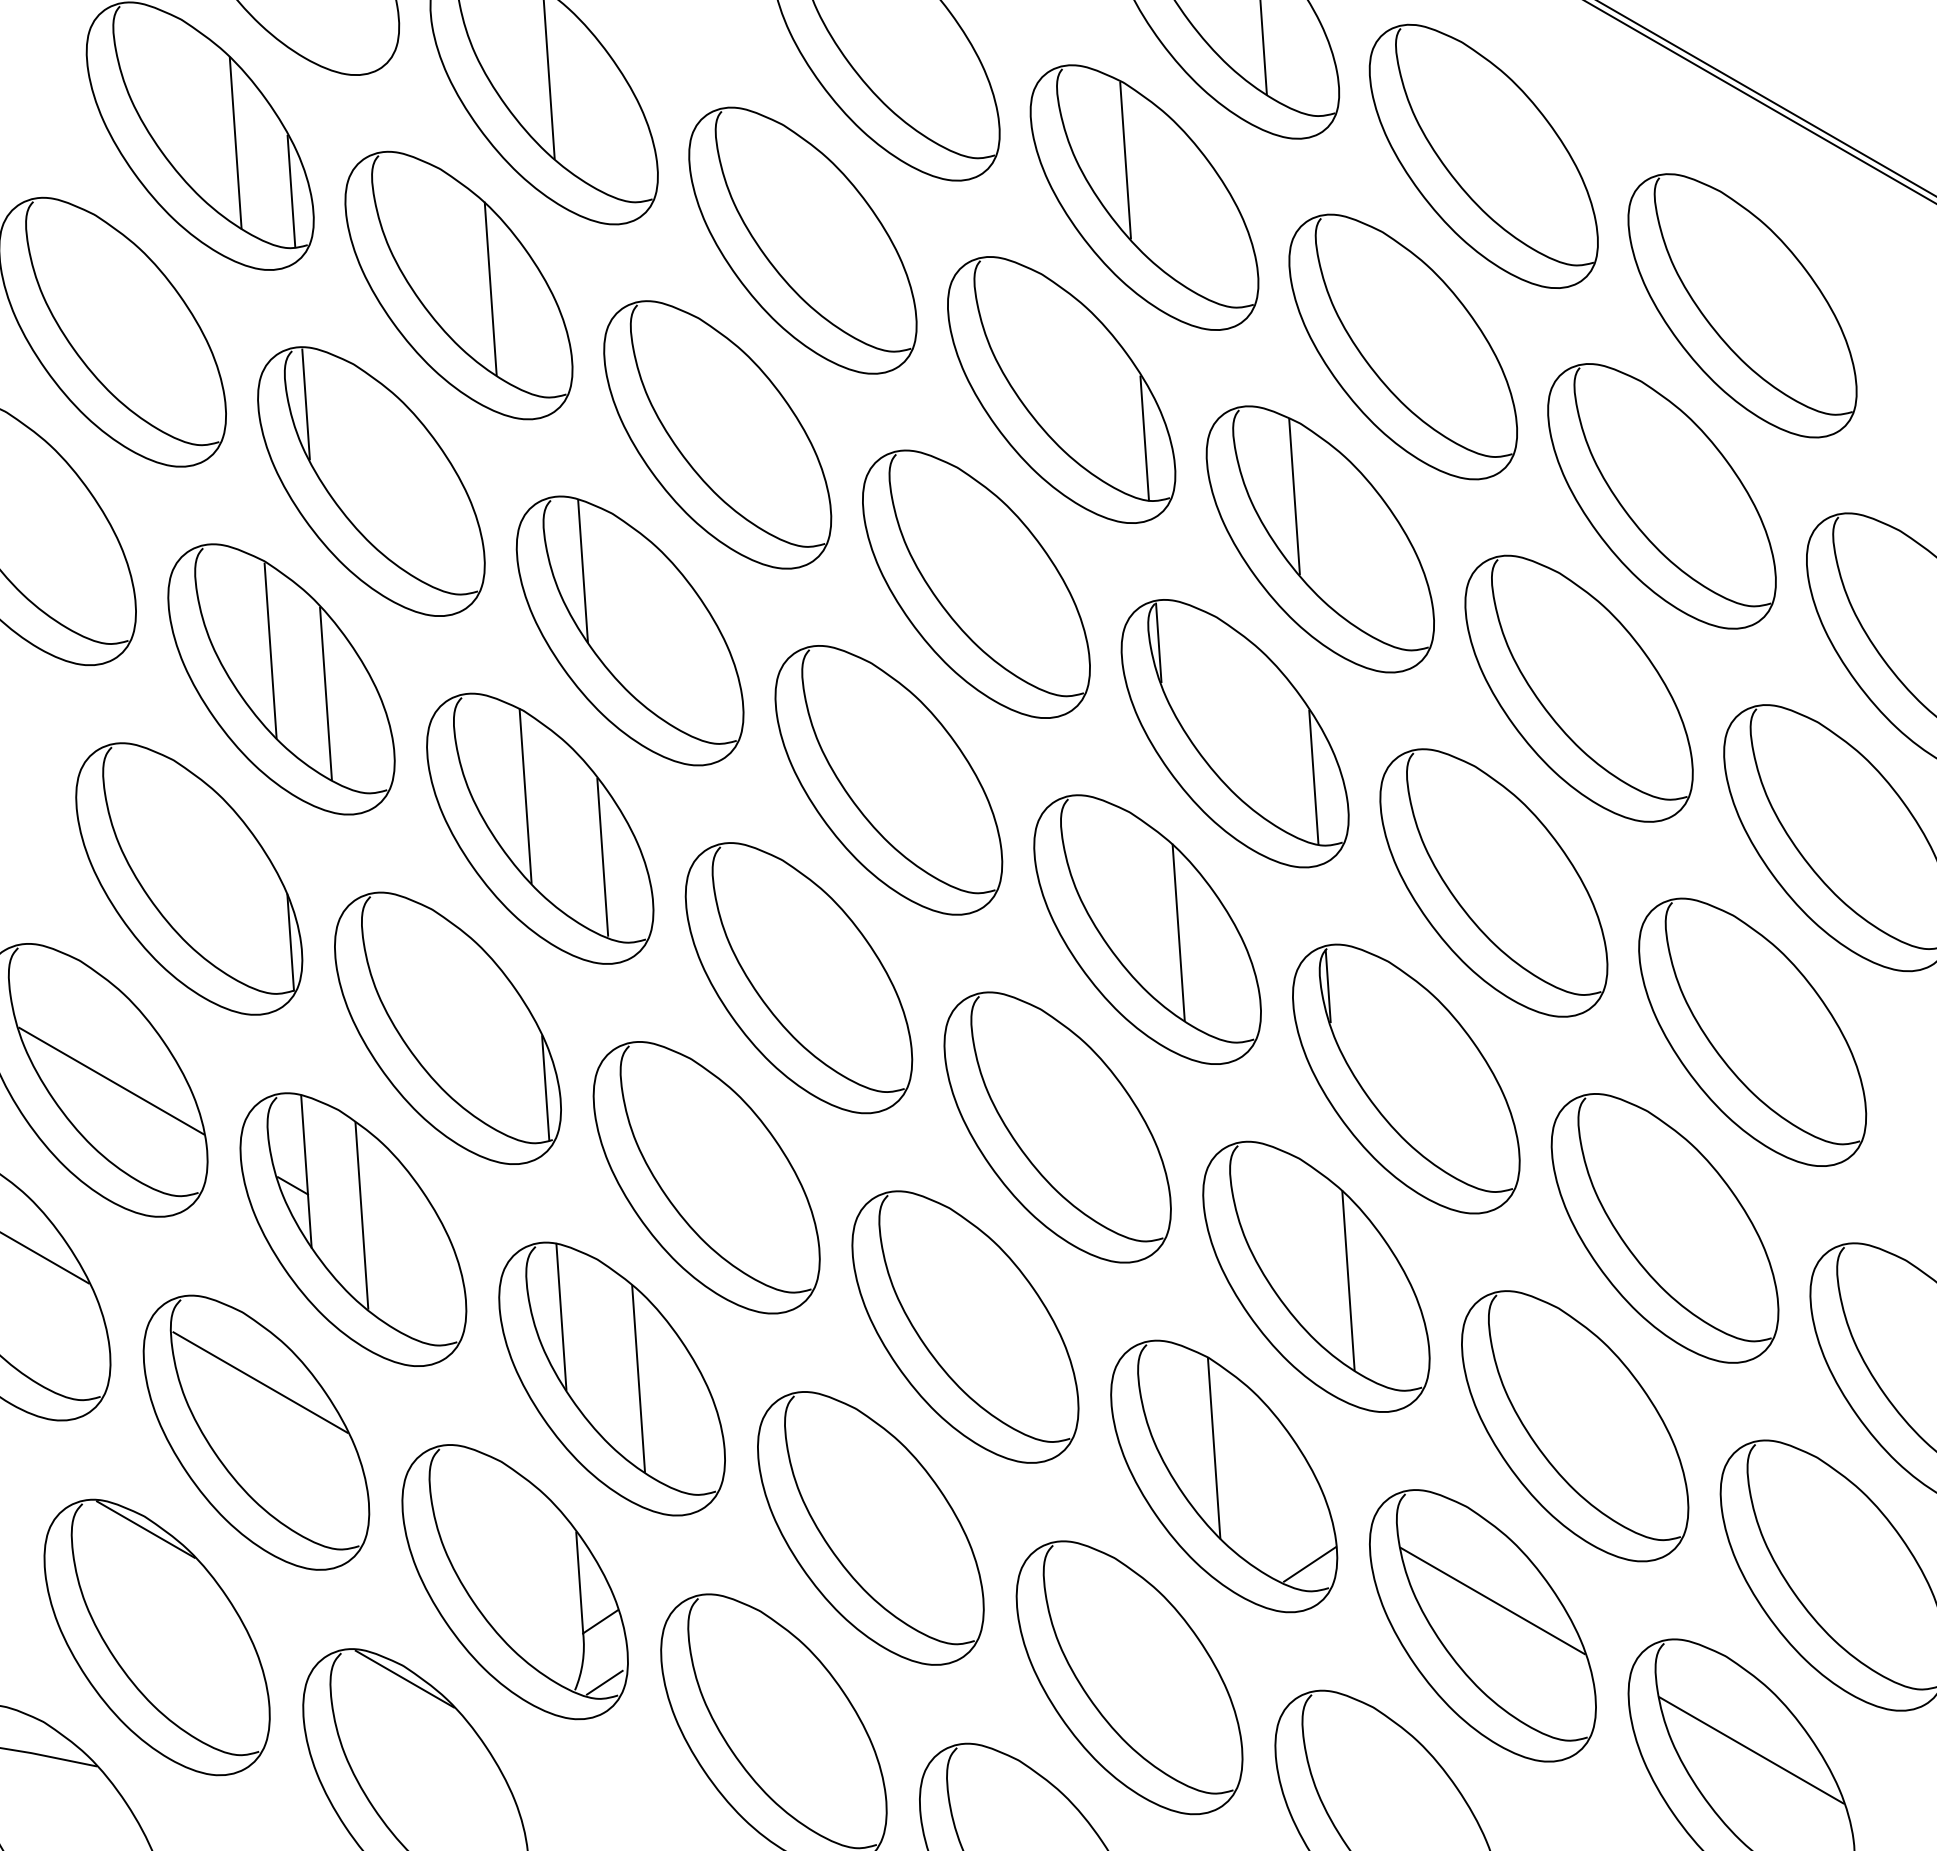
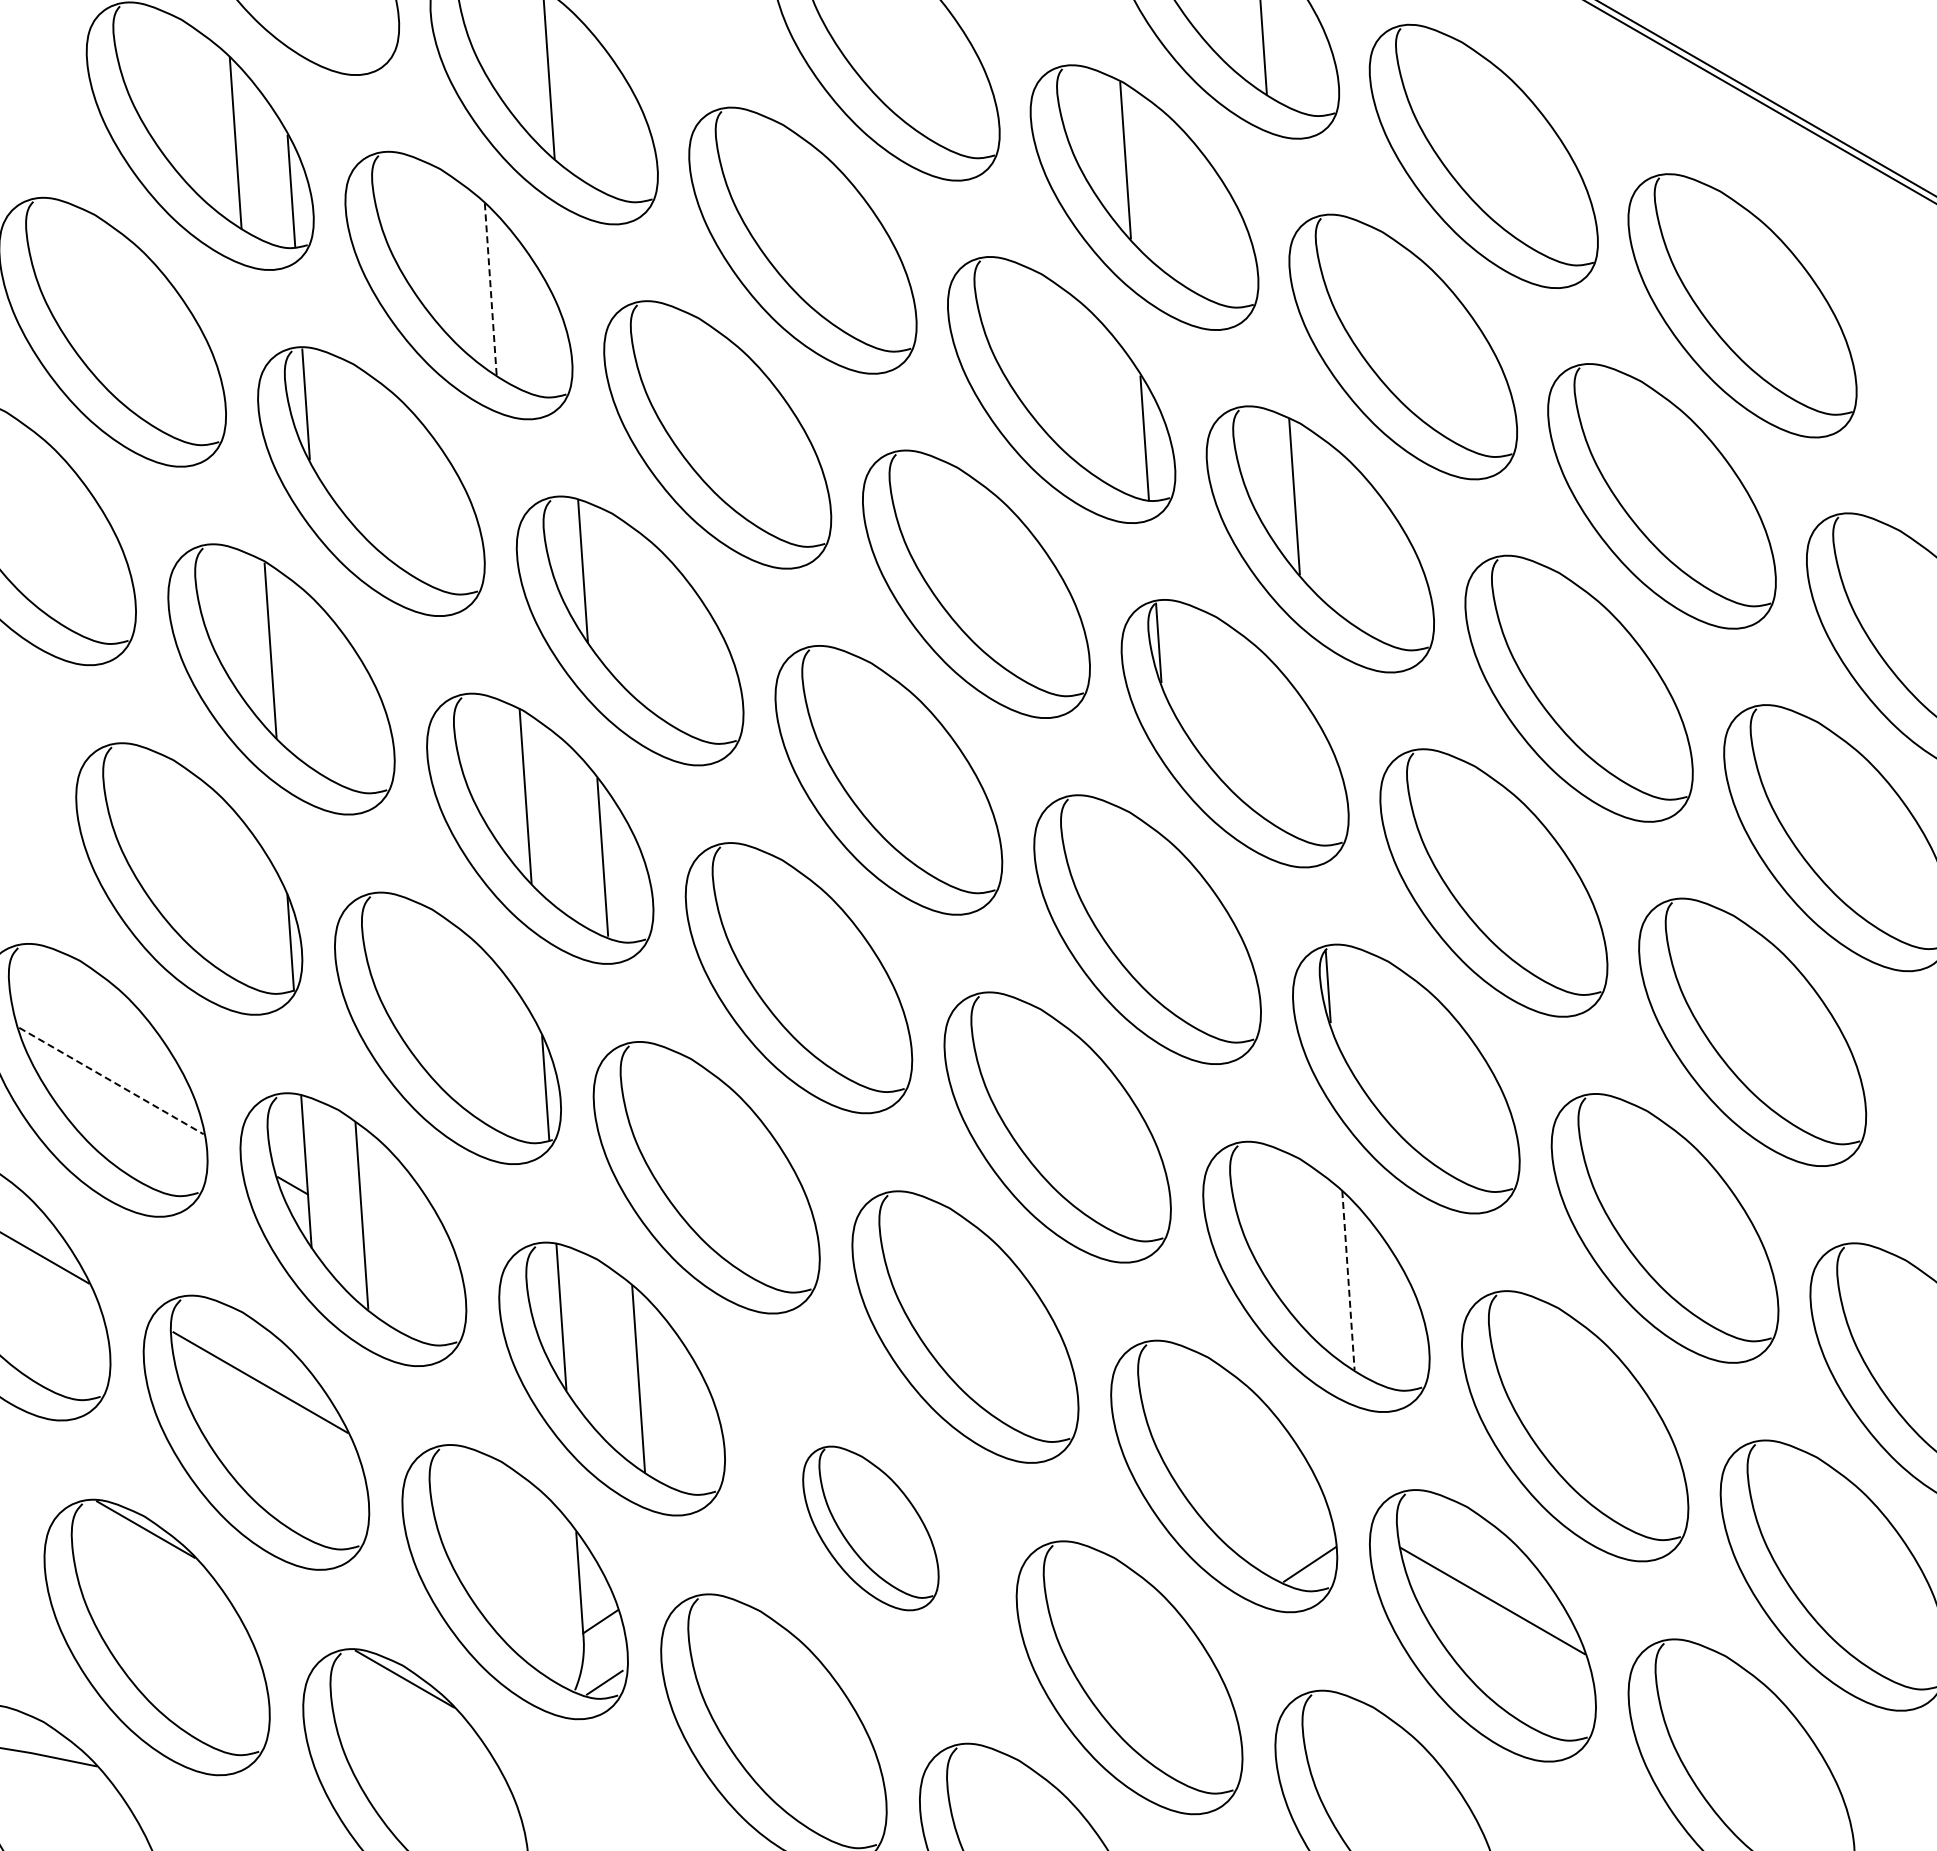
line at (490, 288): solid -> dashed
line at (325, 693): present -> none
line at (1313, 776): present -> none
line at (1178, 932): present -> none
line at (111, 1081): solid -> dashed
line at (1348, 1280): solid -> dashed
line at (1213, 1448): present -> none
part at (870, 1528) size: 228x275 px -> 138x167 px
line at (1751, 1750): present -> none
